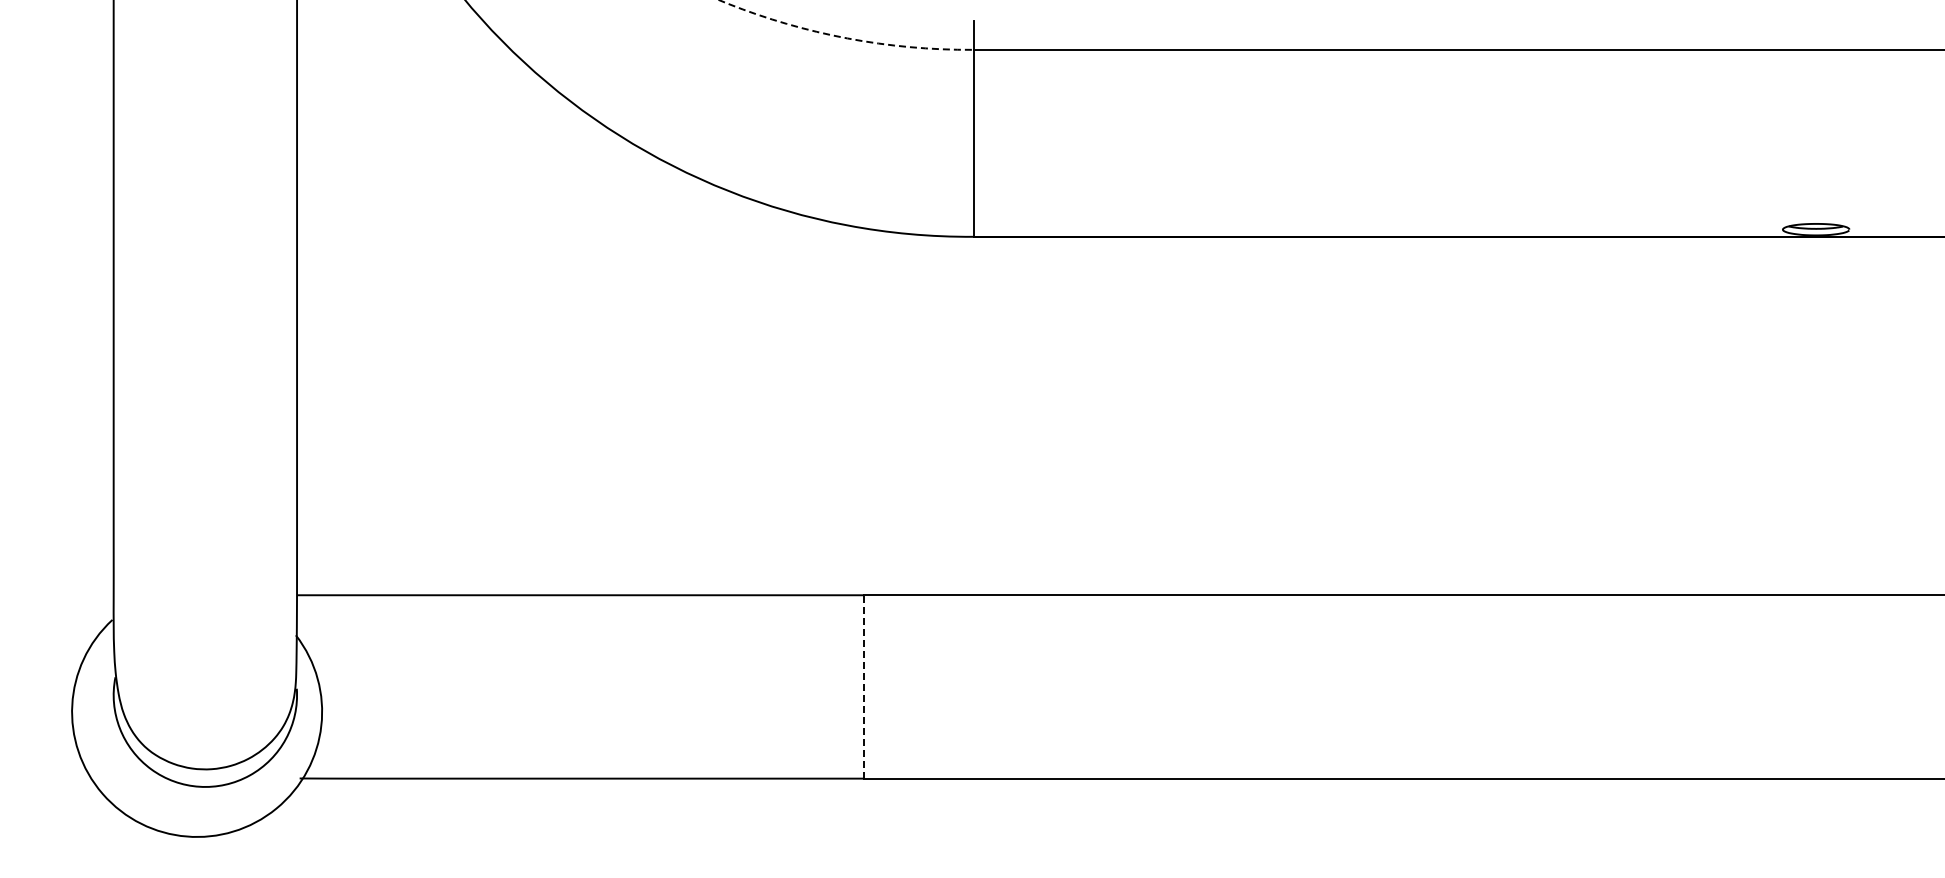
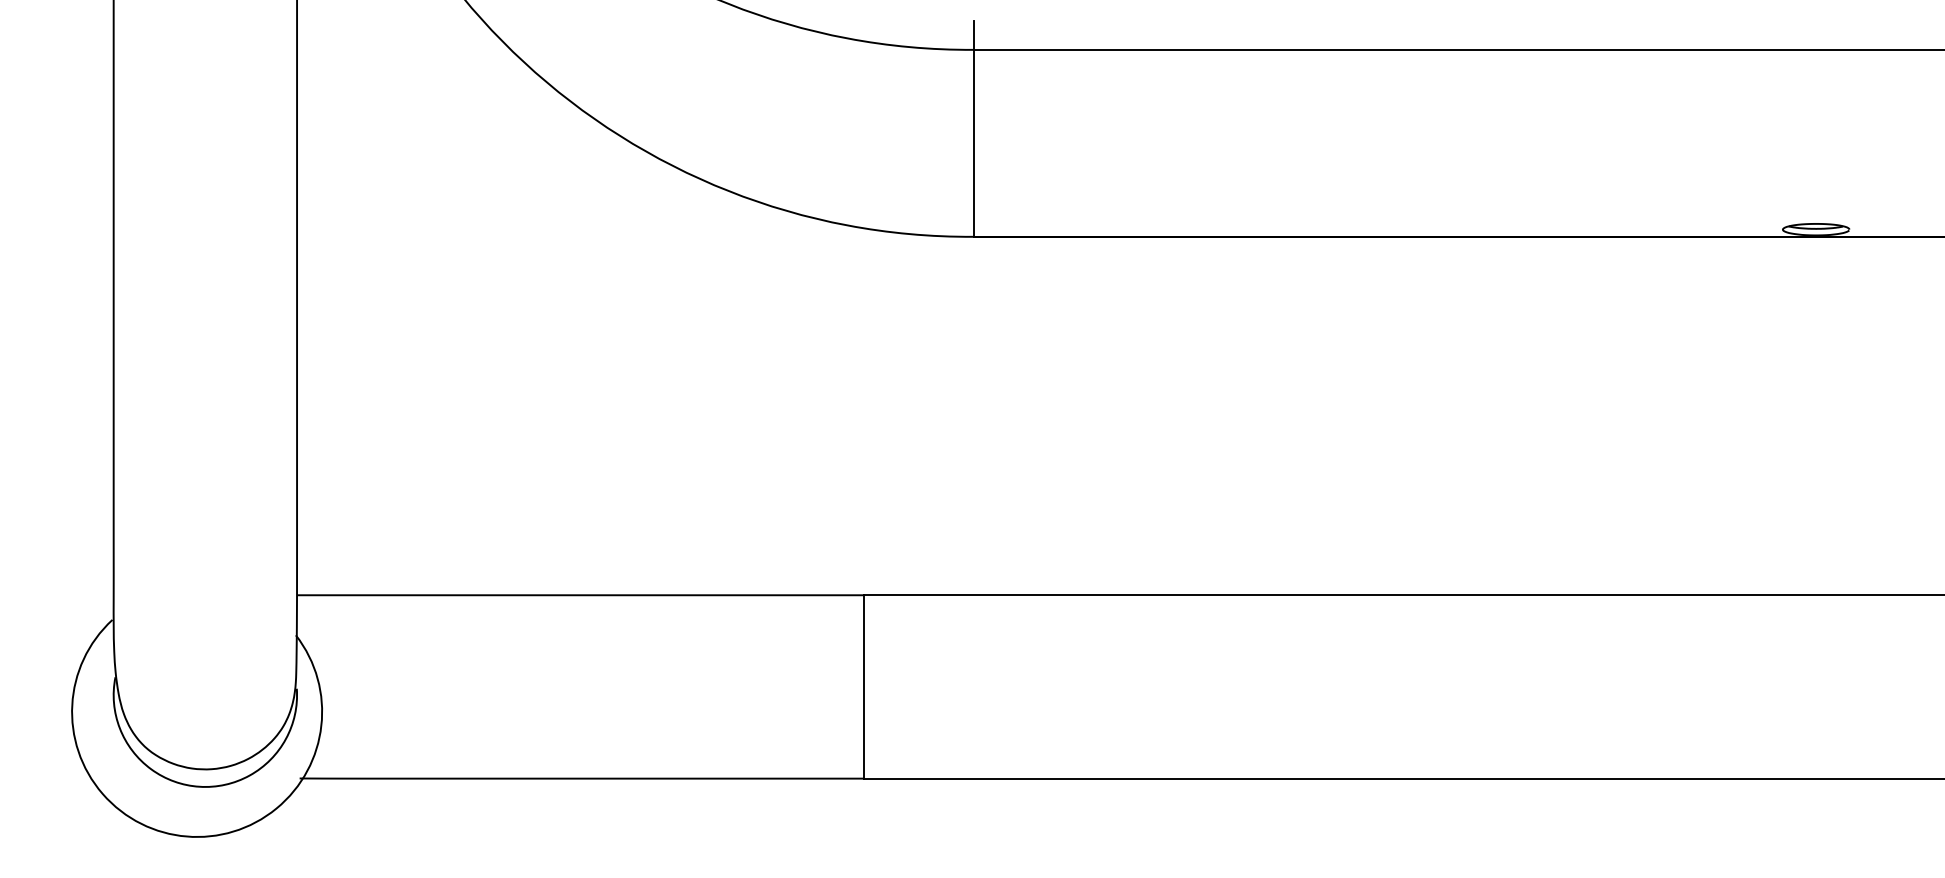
arc at (843, 37): dashed -> solid
line at (863, 686): dashed -> solid
